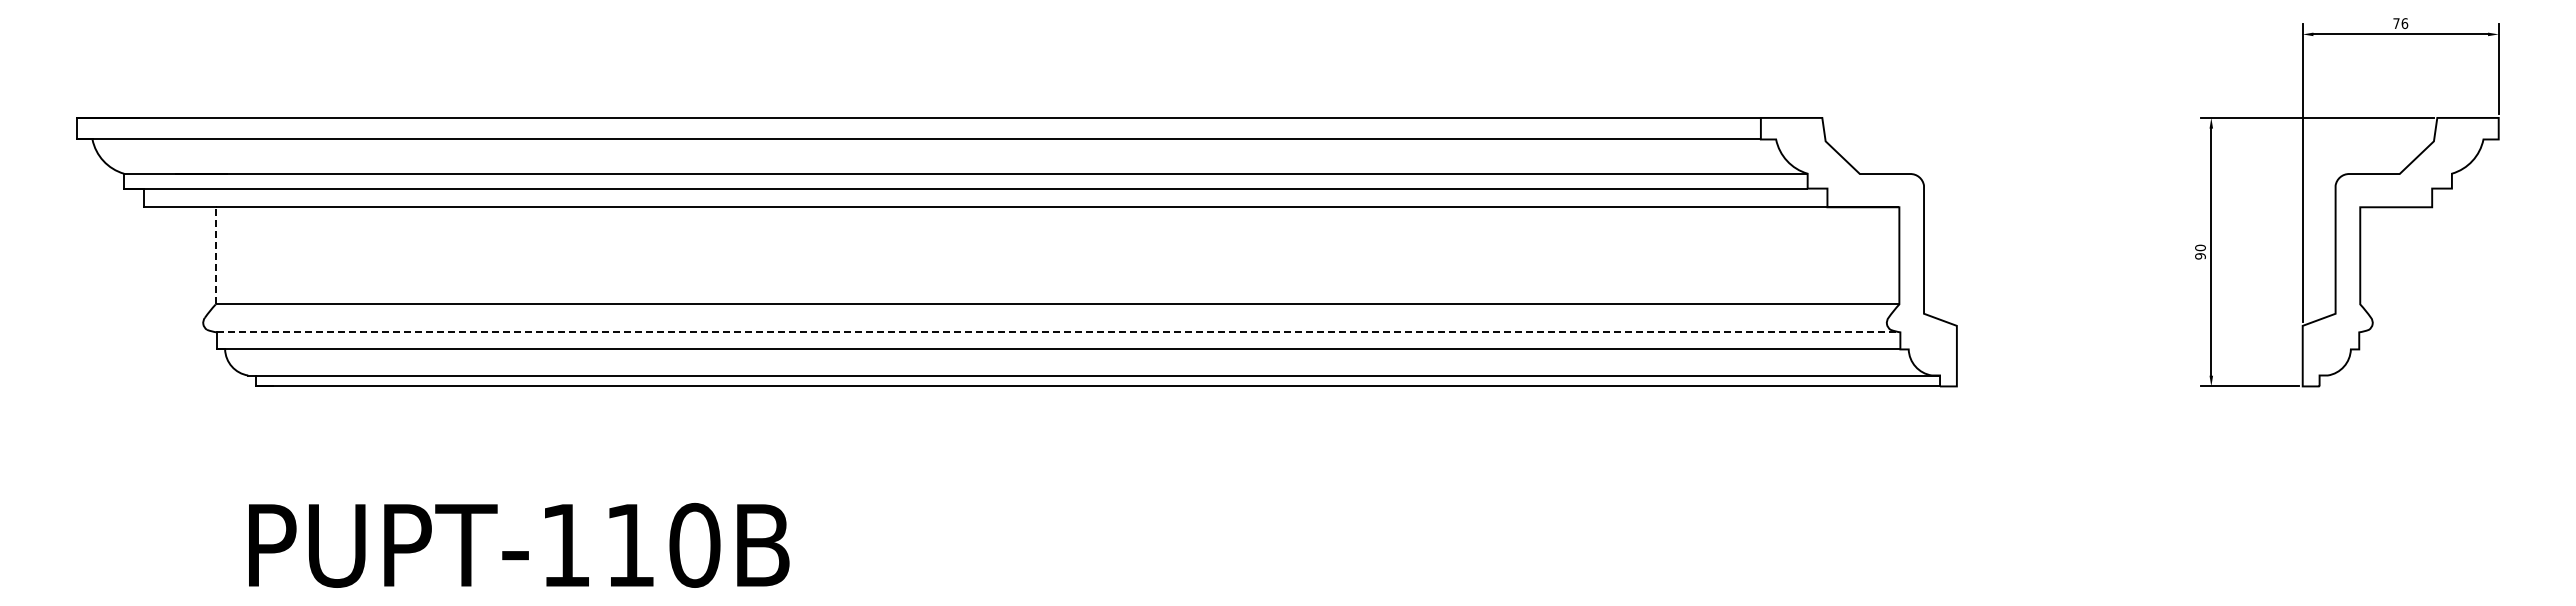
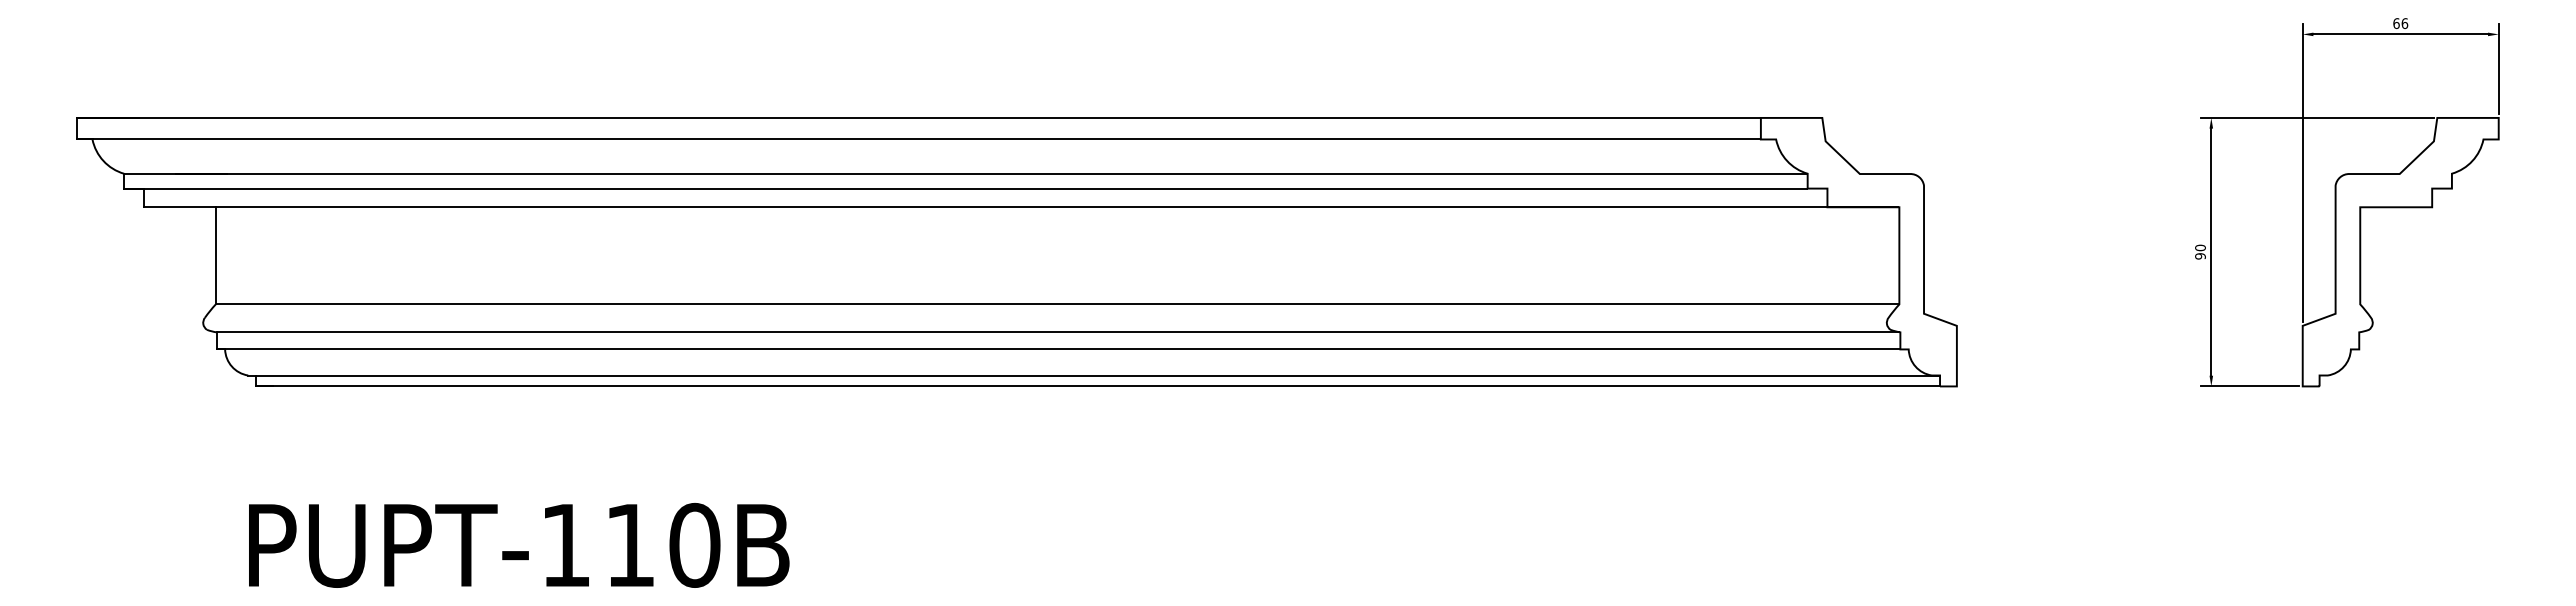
text at (2396, 23): 76 -> 66
line at (215, 255): dashed -> solid
line at (1058, 332): dashed -> solid
